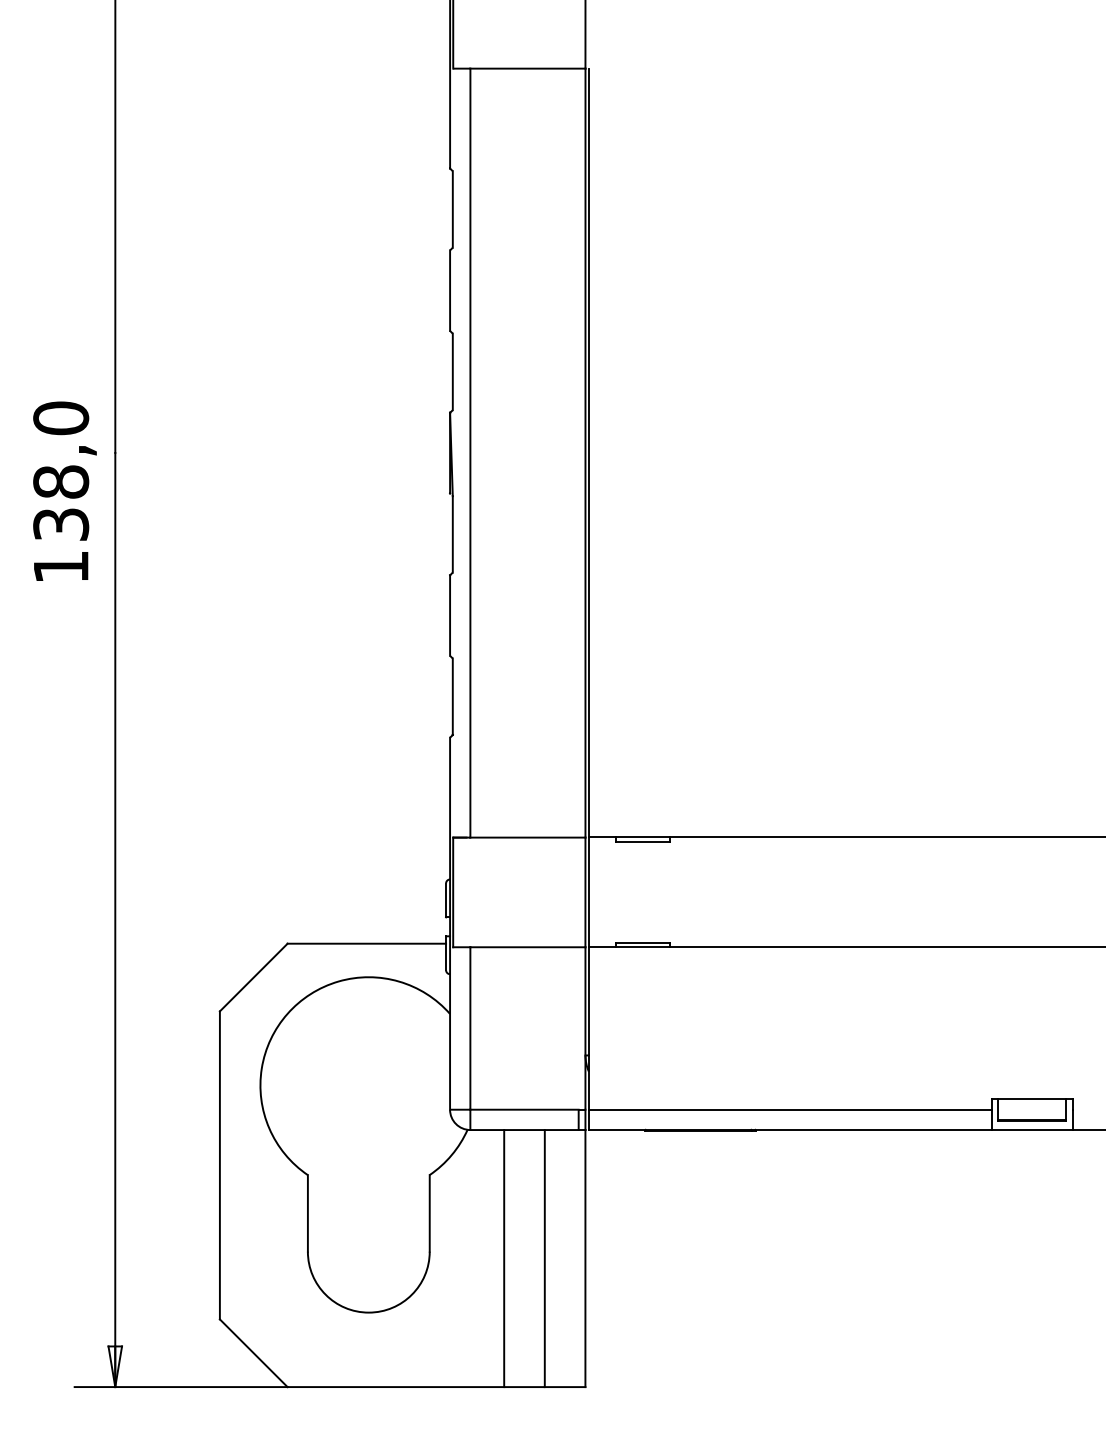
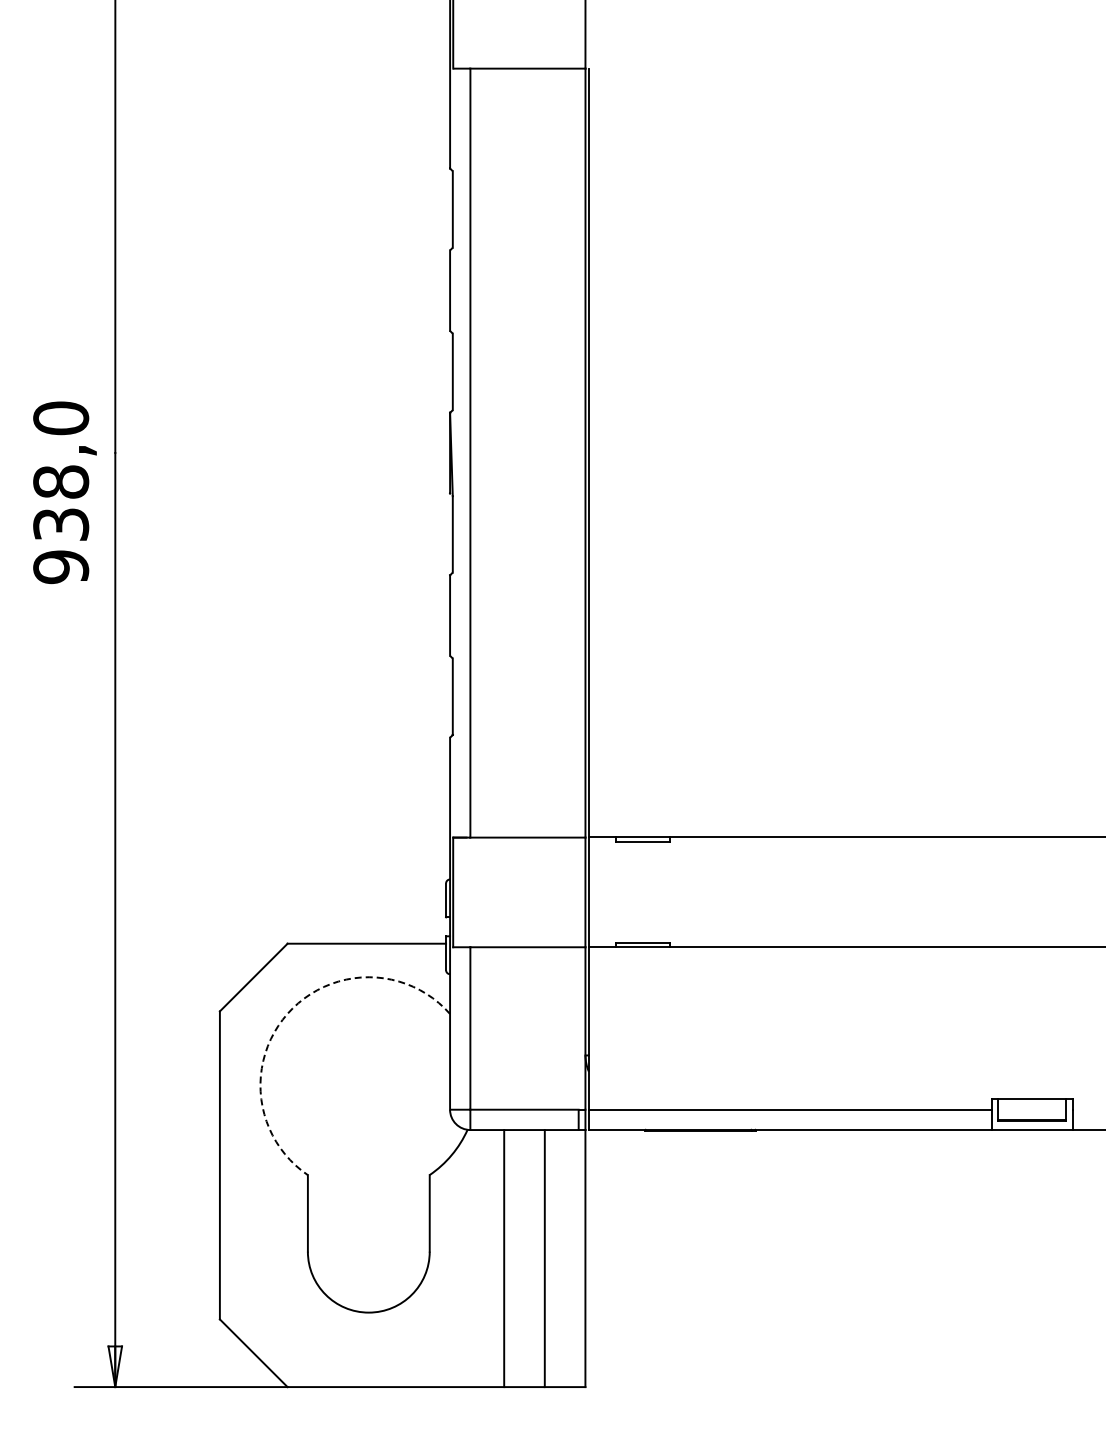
text at (61, 567): 138,0 -> 938,0
arc at (287, 1013): solid -> dashed
